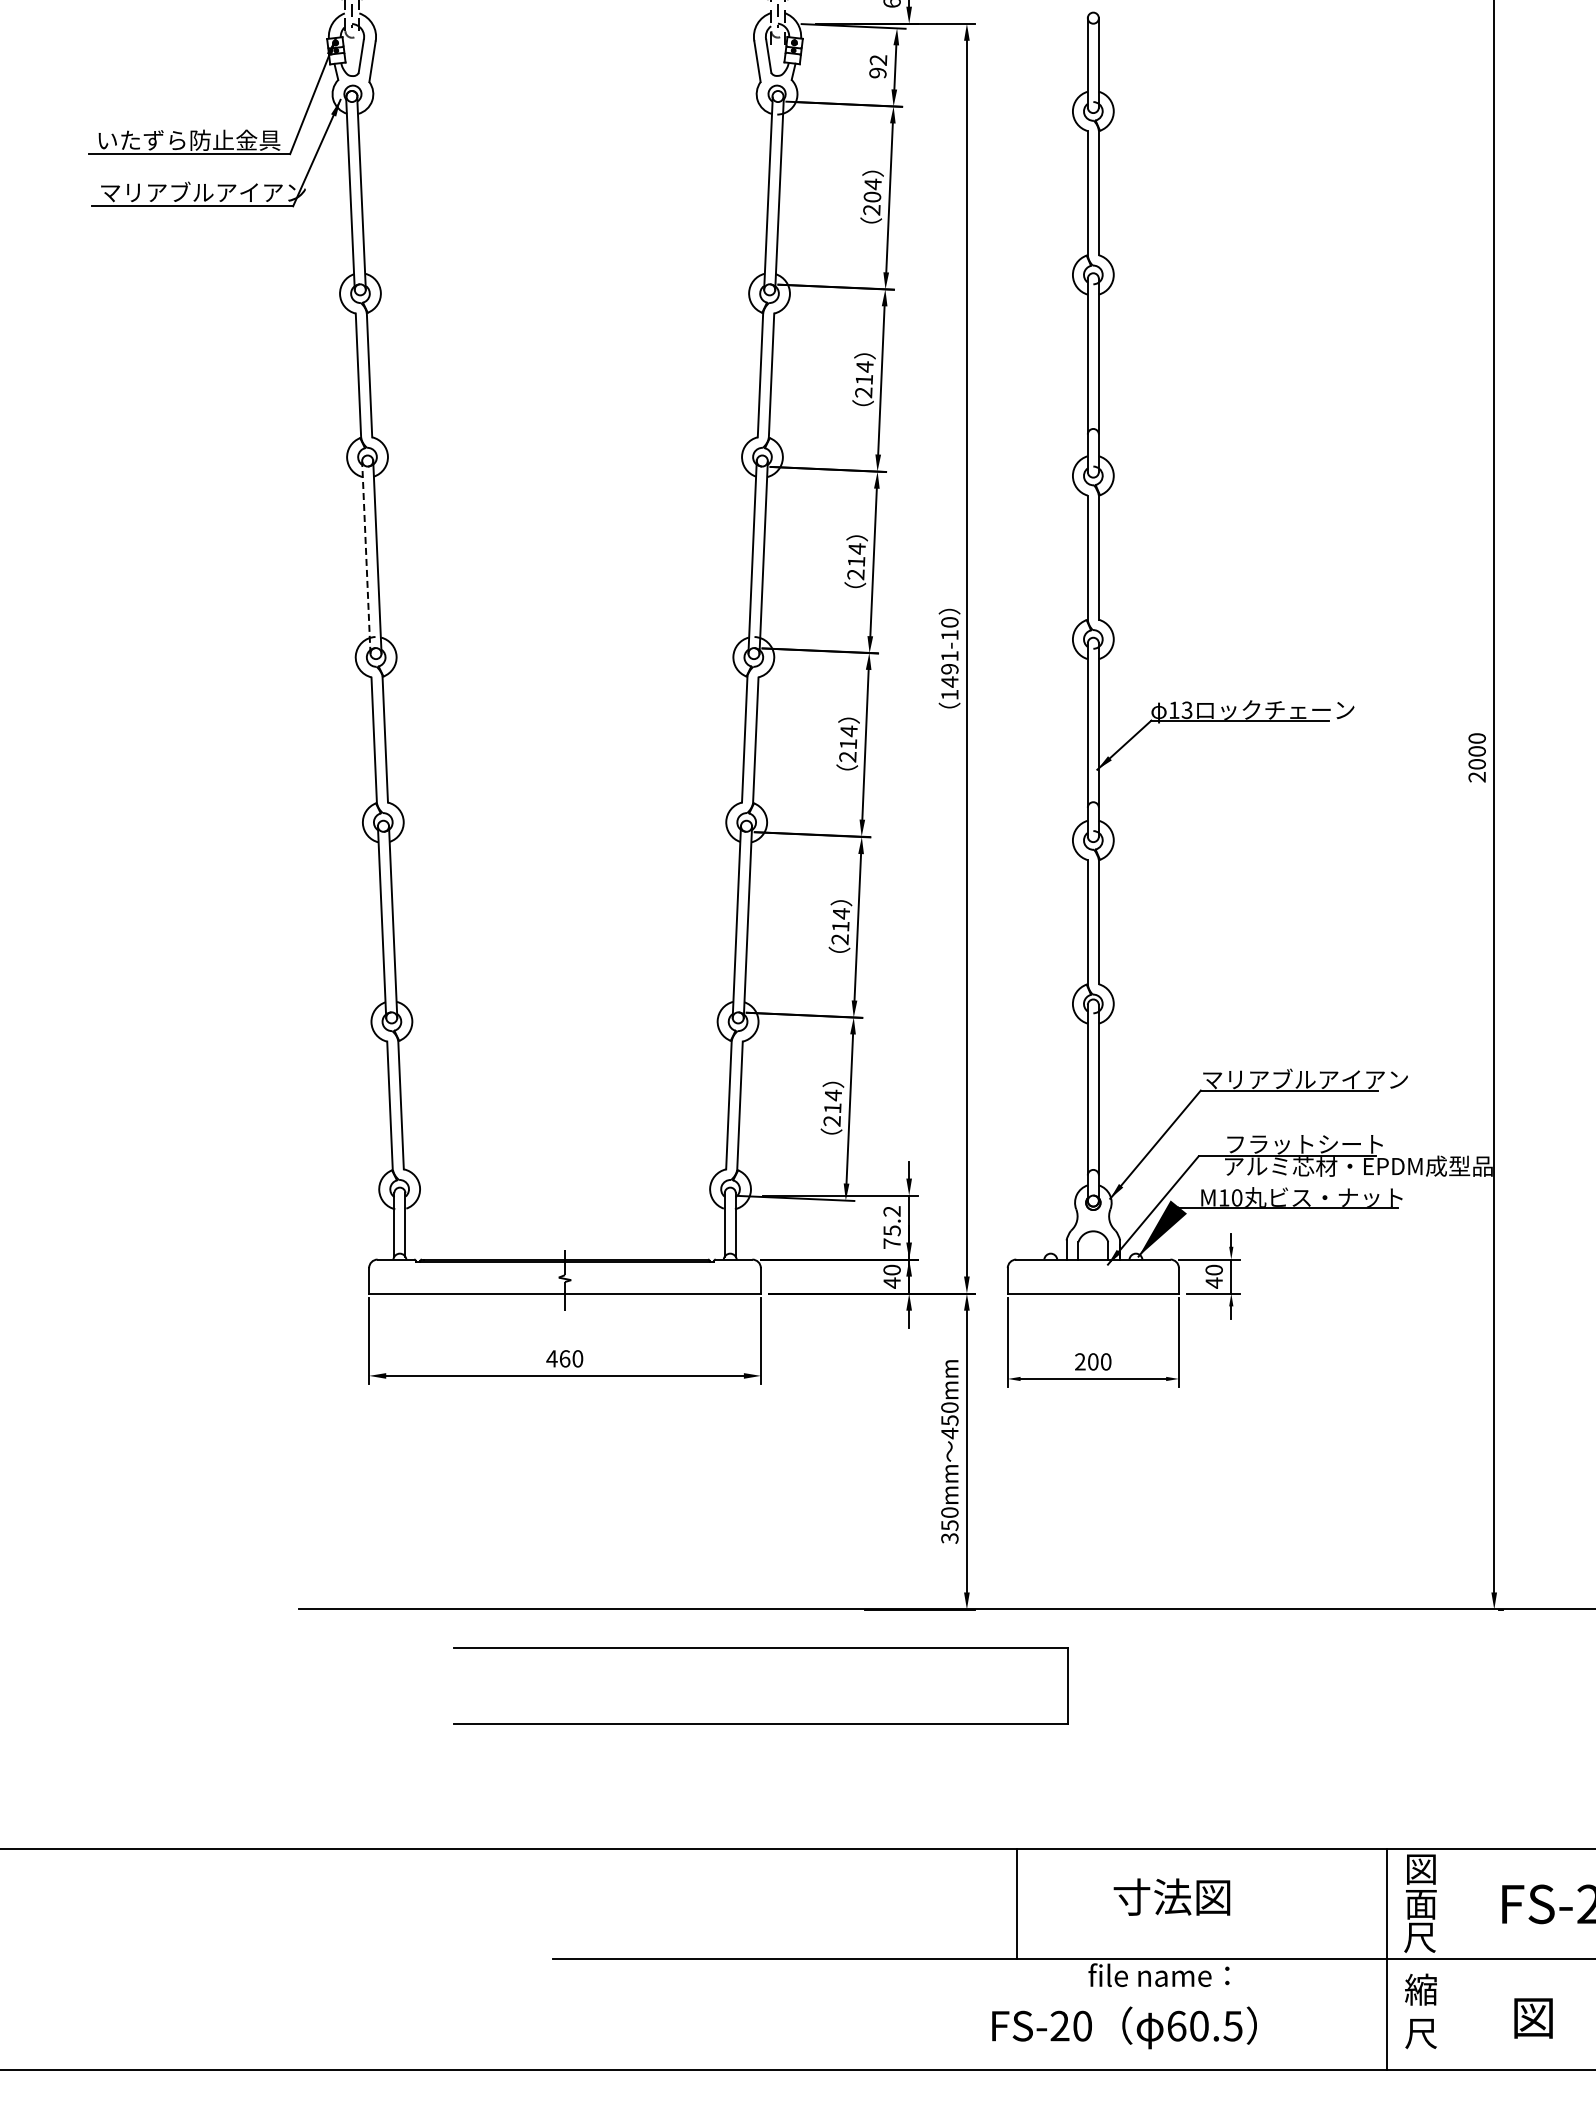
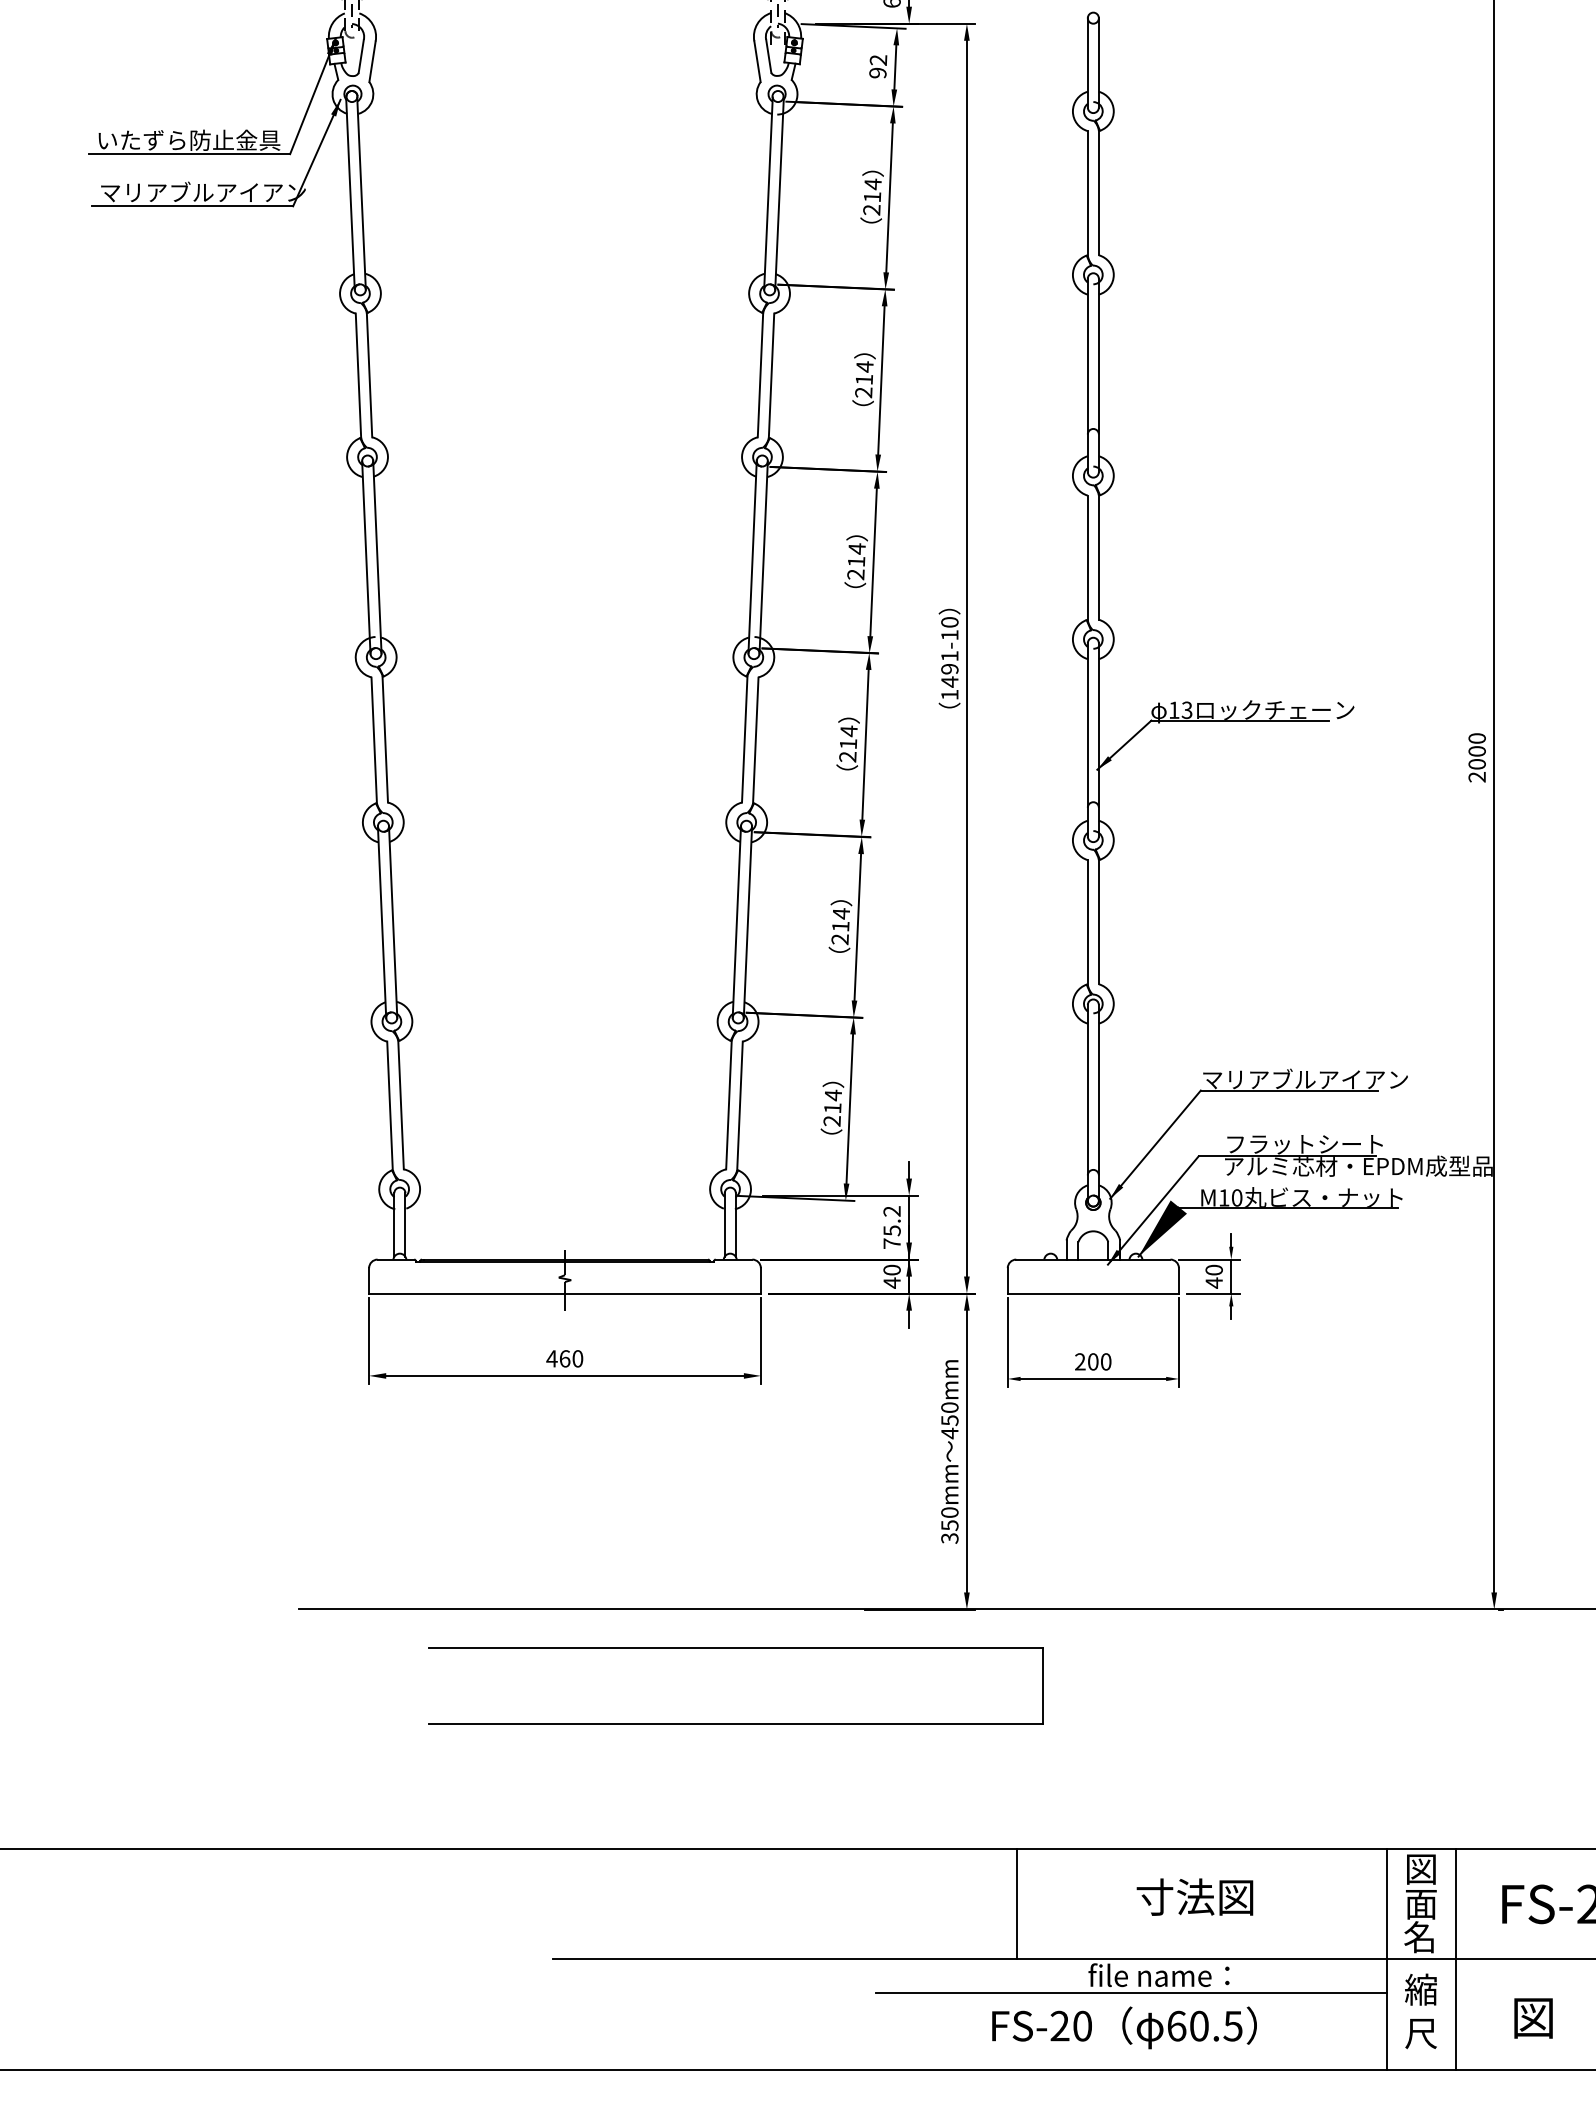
text at (872, 196): 204 -> 214
line at (366, 557): dashed -> solid
part at (760, 1648) position: (760, 1648) -> (735, 1648)
text at (1171, 1896) position: (1171, 1896) -> (1194, 1896)
text at (1419, 1937): 尺 -> 名
line at (1455, 1958): none -> present
line at (1130, 1993): none -> present
